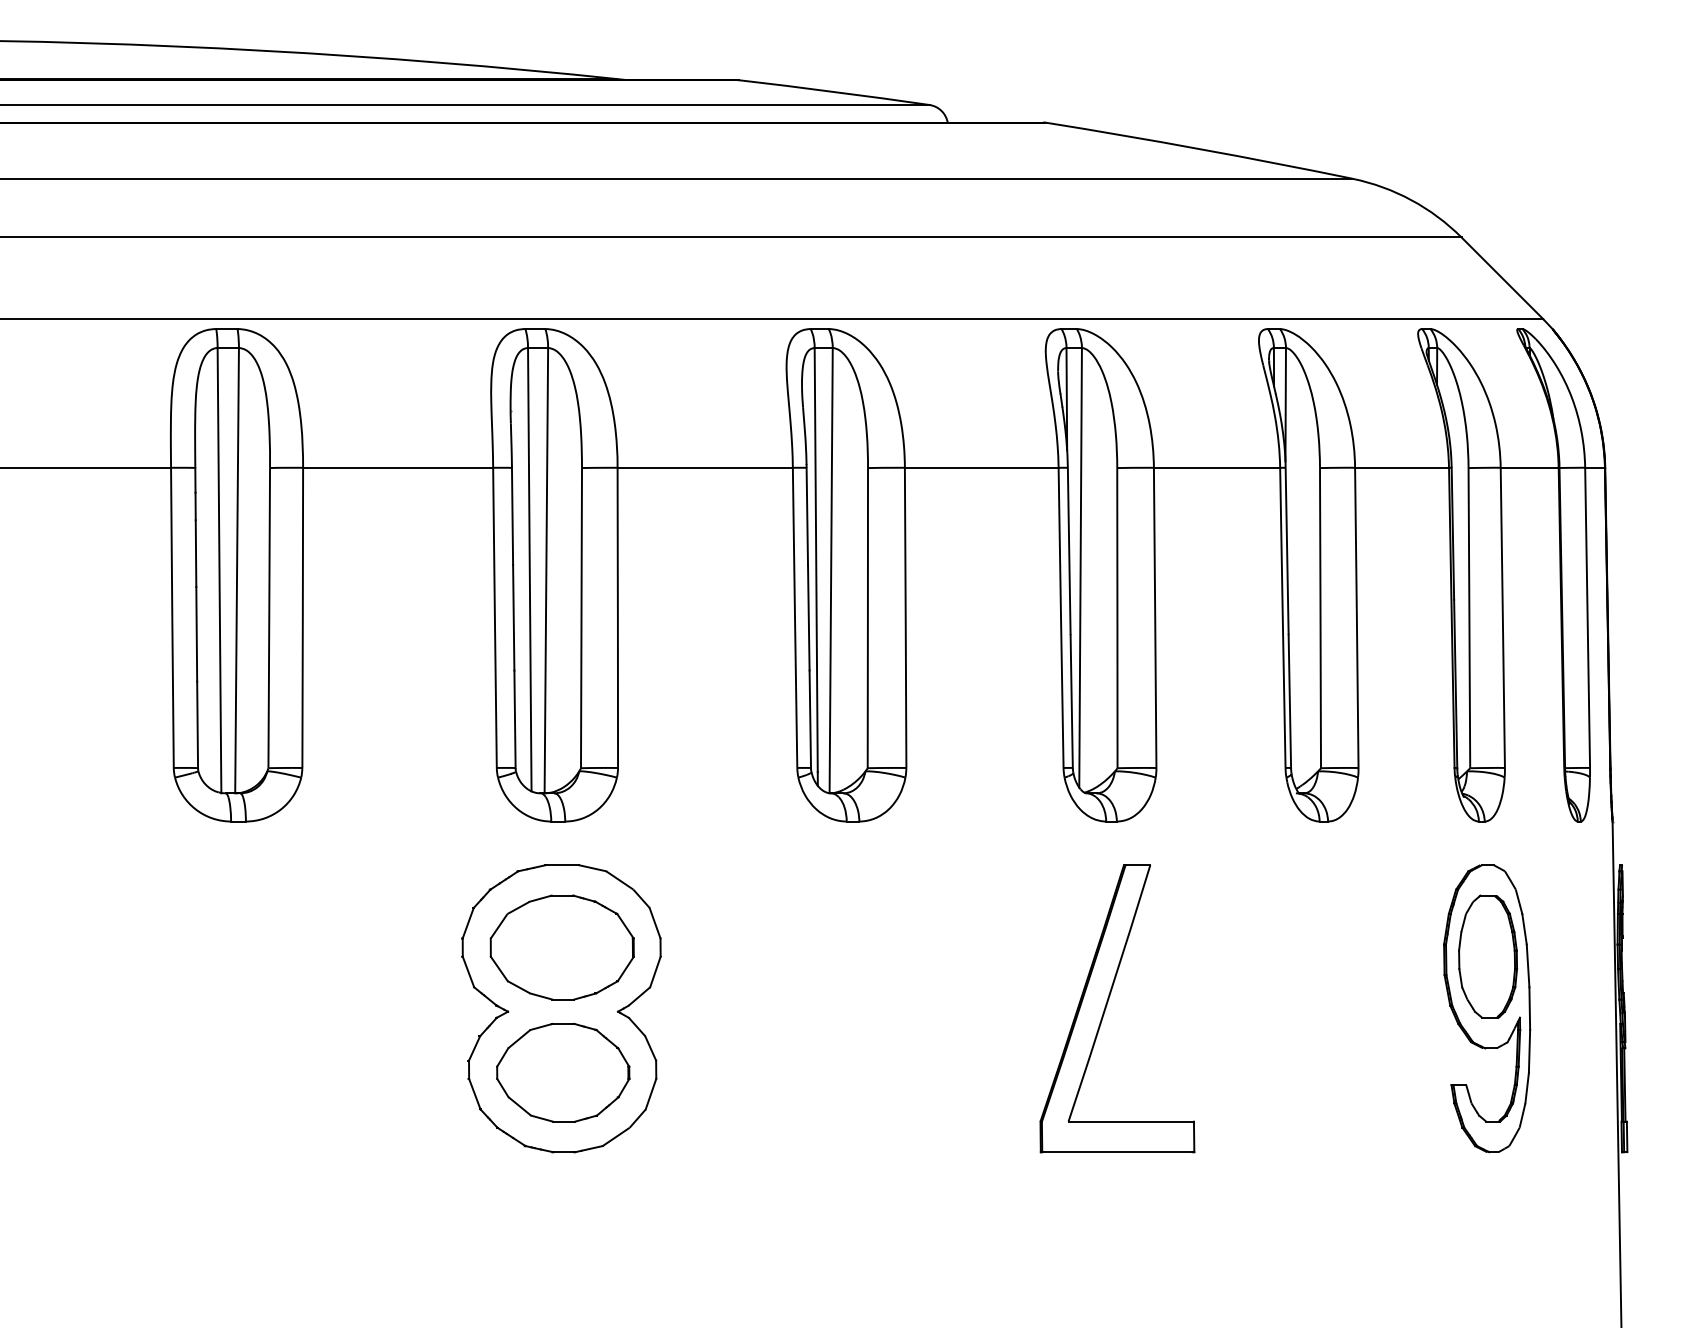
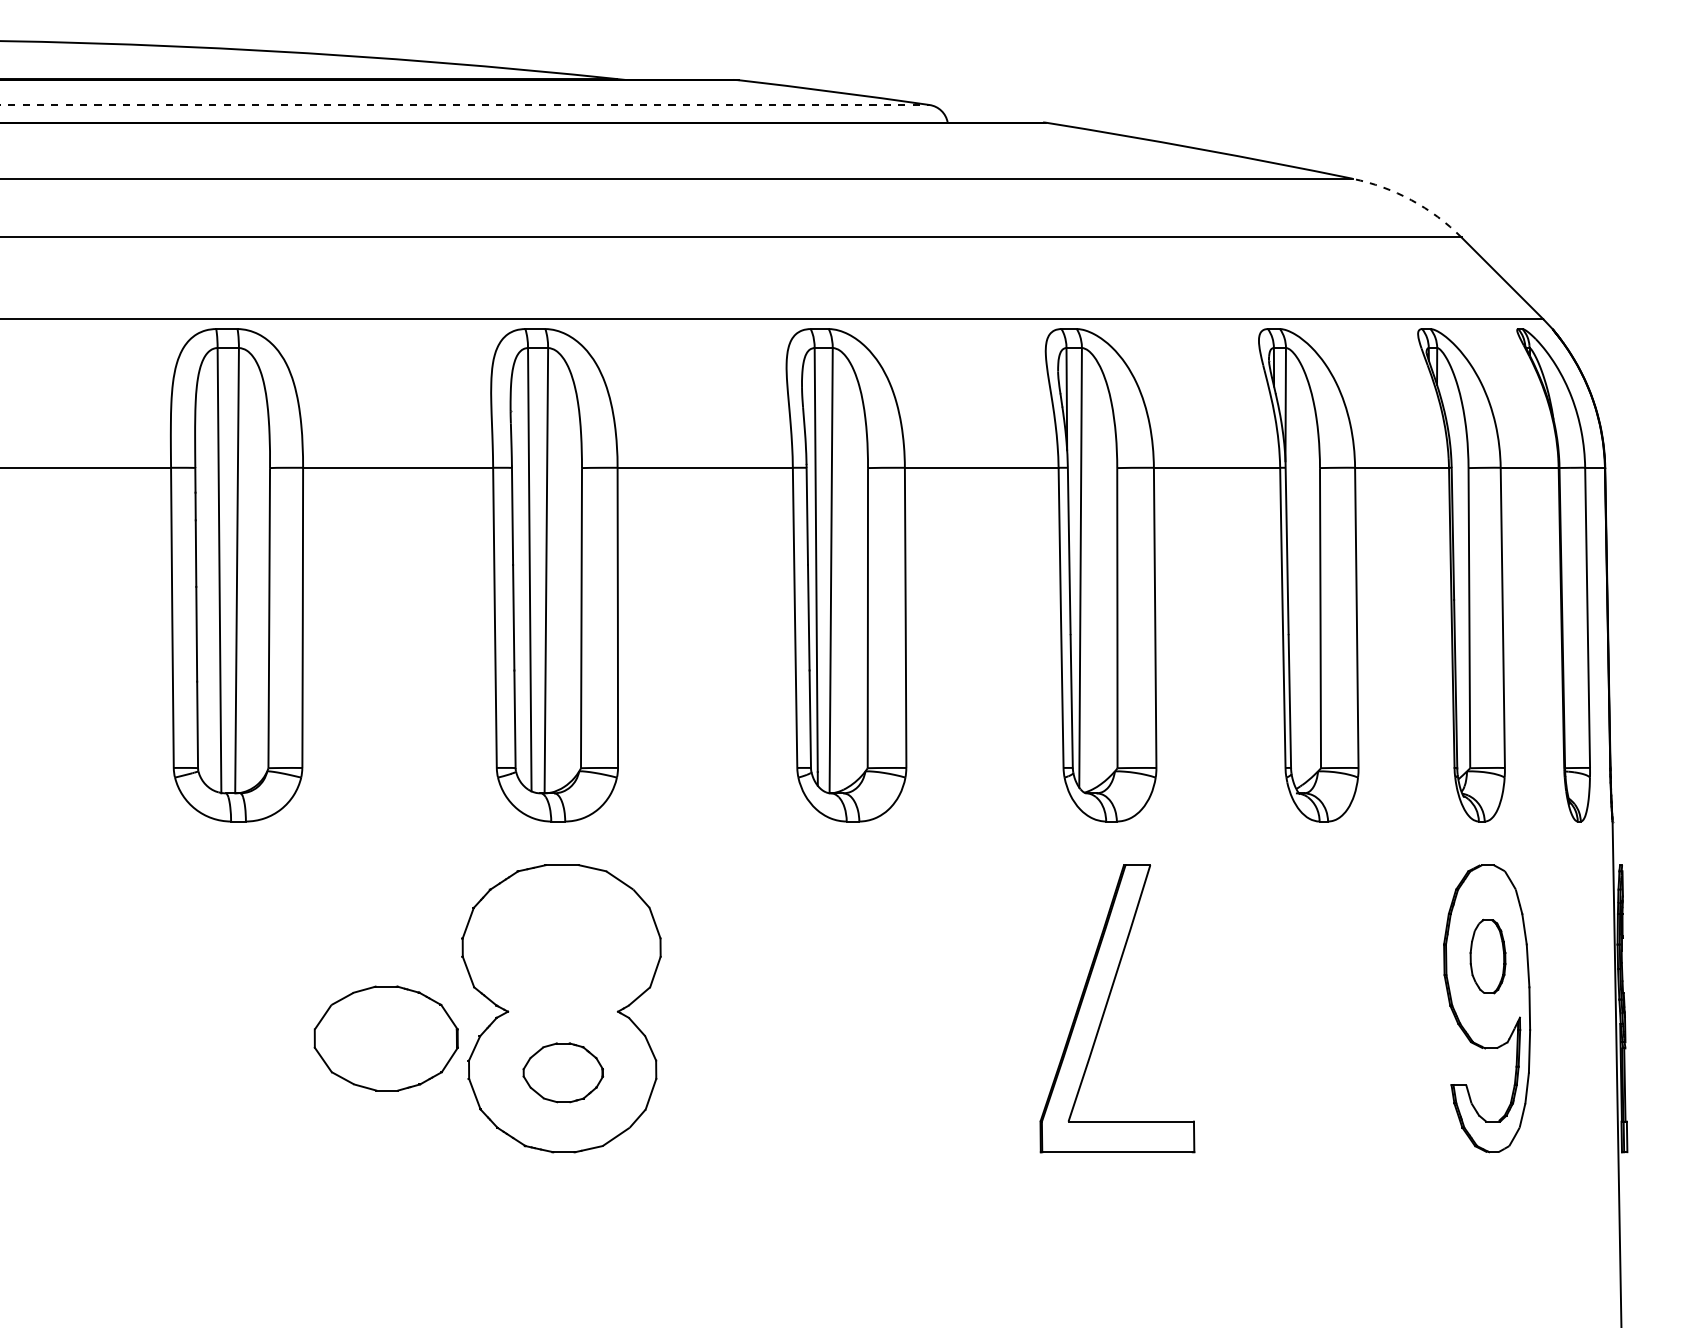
line at (465, 105): solid -> dashed
arc at (1411, 200): solid -> dashed
part at (561, 947) position: (561, 947) -> (385, 1038)
part at (1487, 956) size: 60x125 px -> 38x77 px
part at (563, 1072) size: 135x100 px -> 83x62 px
